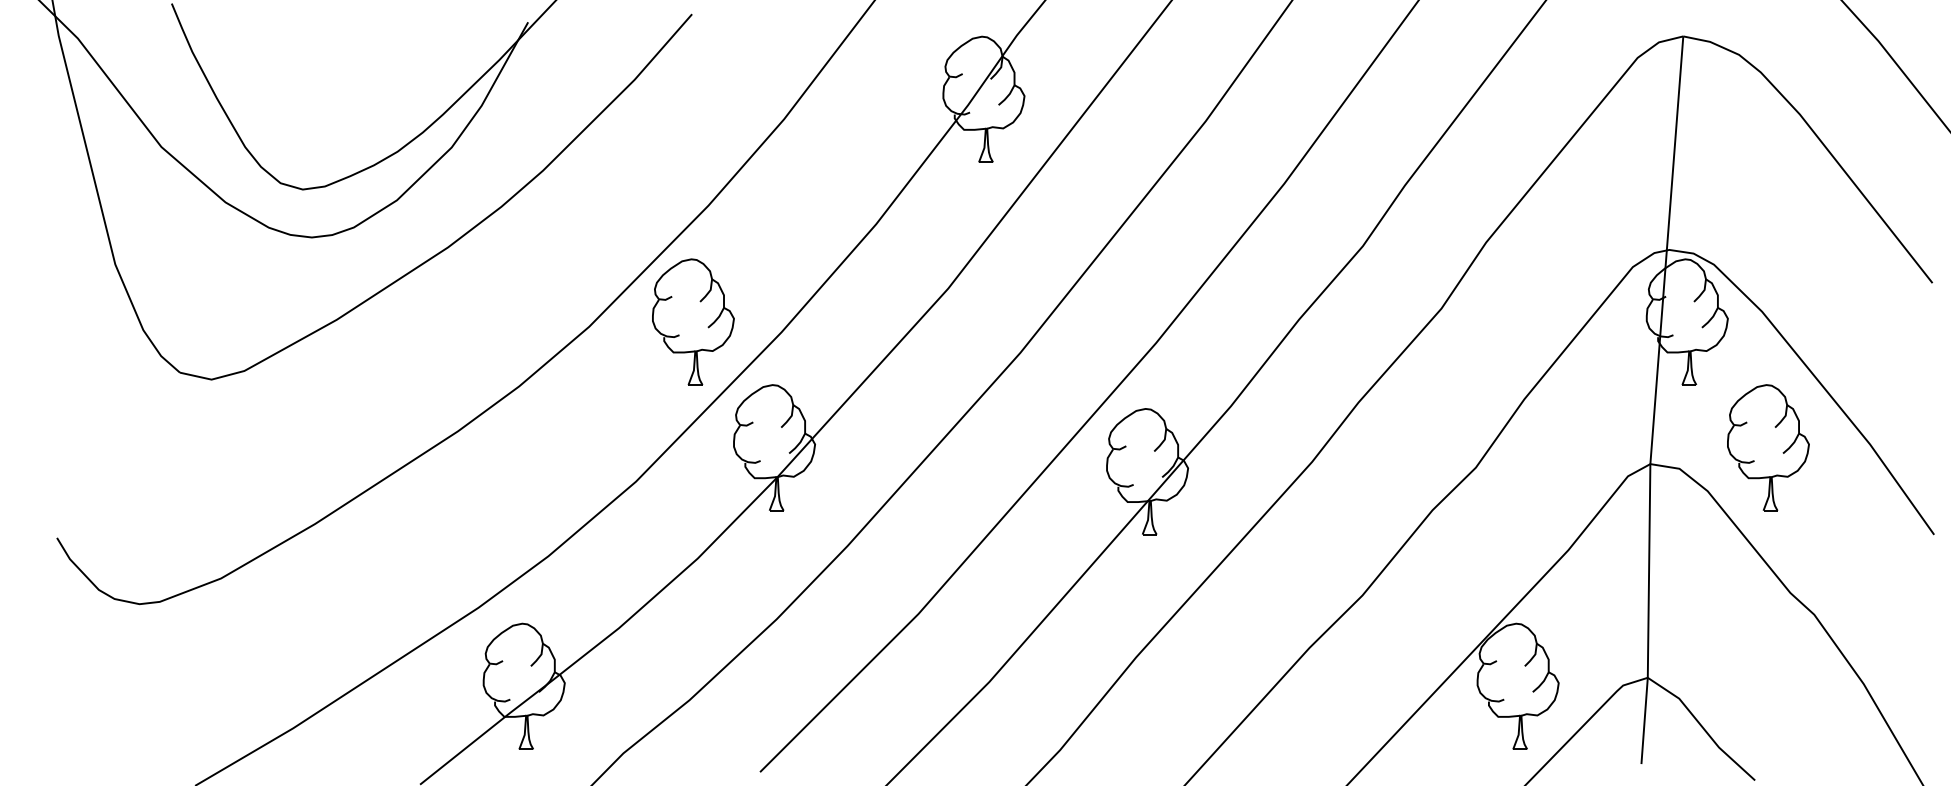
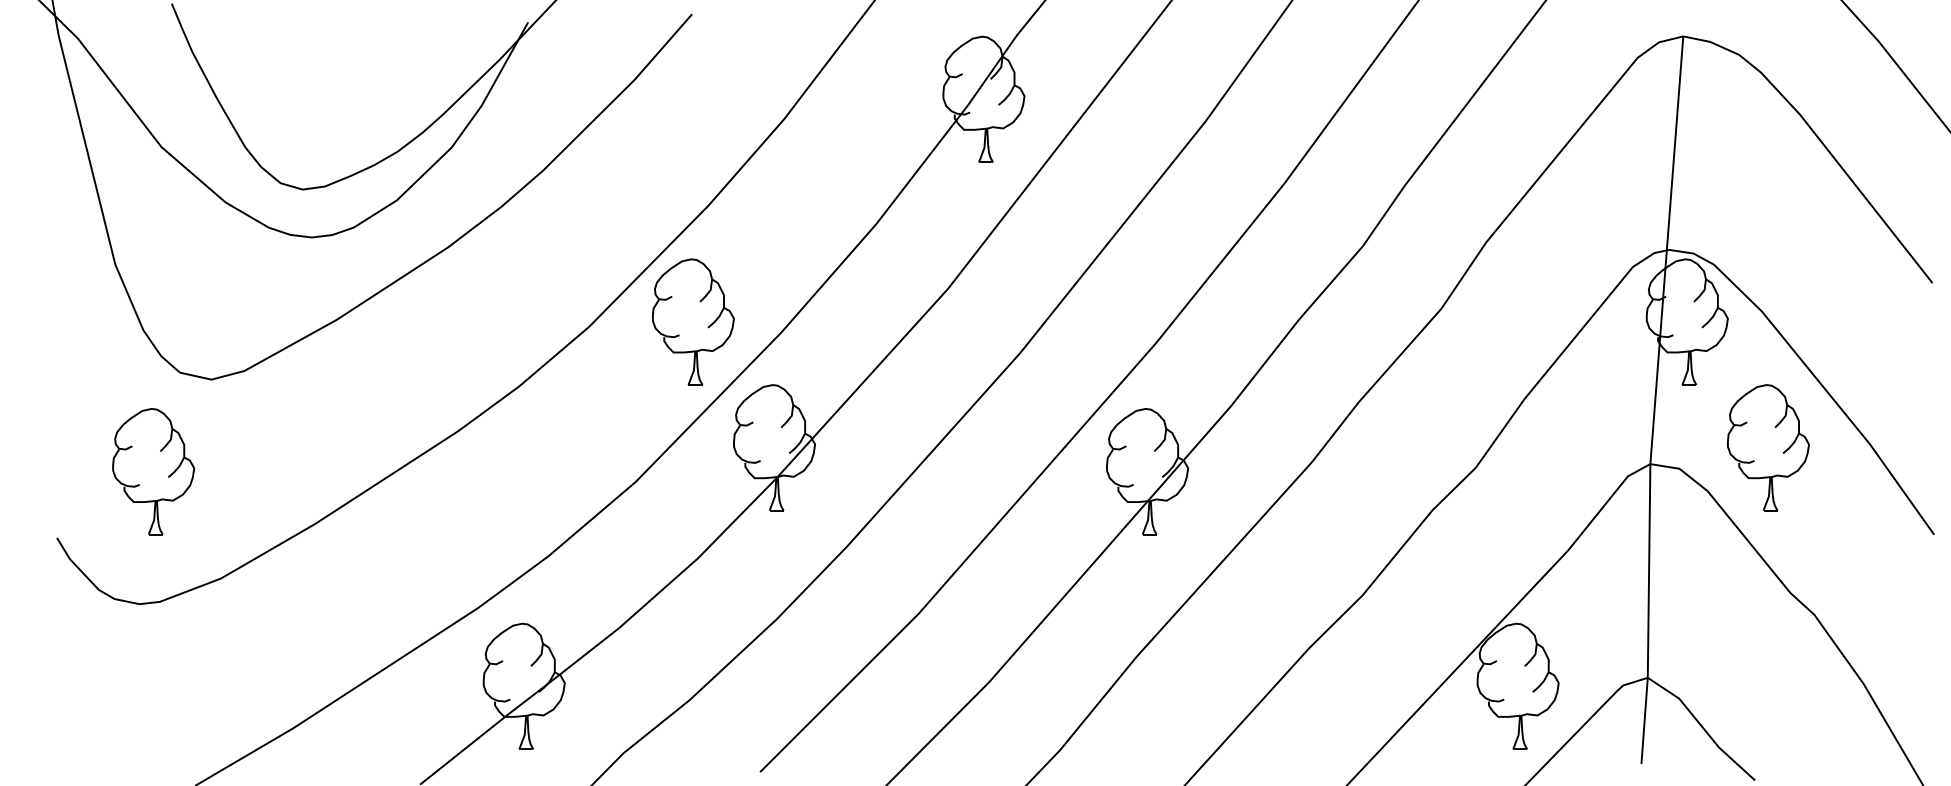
part at (153, 471): none -> present
